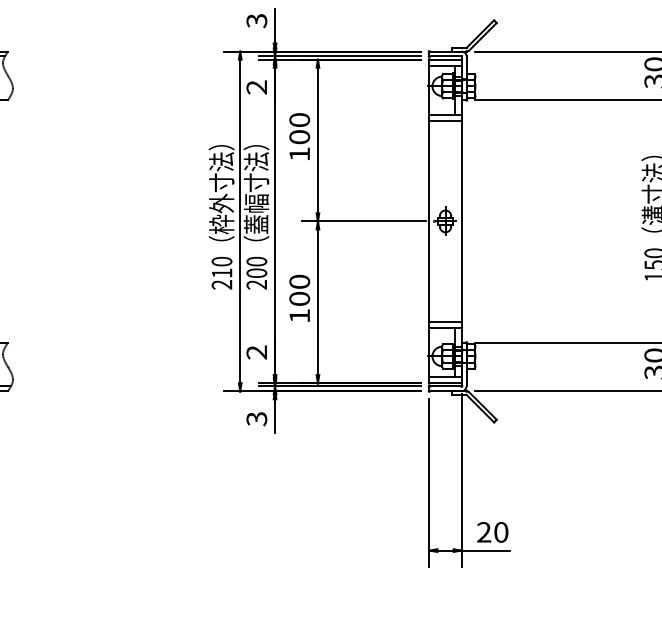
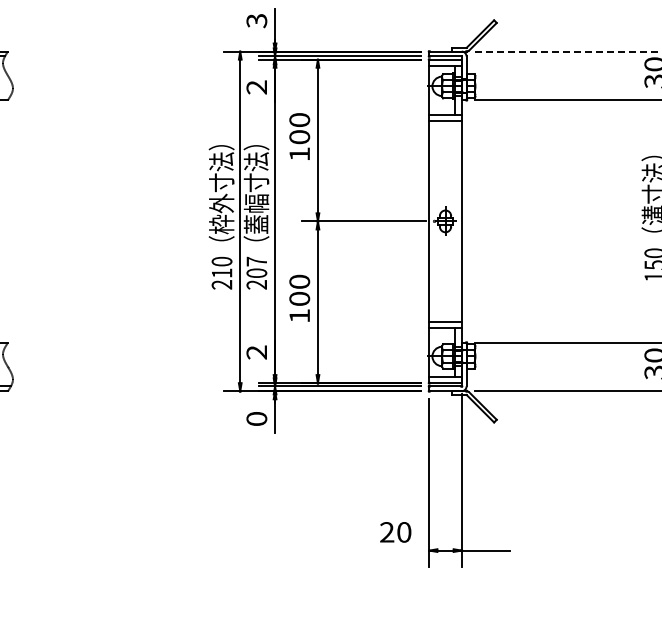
line at (568, 51): solid -> dashed
text at (256, 261): 200 -> 207
text at (256, 419): 3 -> 0
text at (492, 532) position: (492, 532) -> (395, 532)
